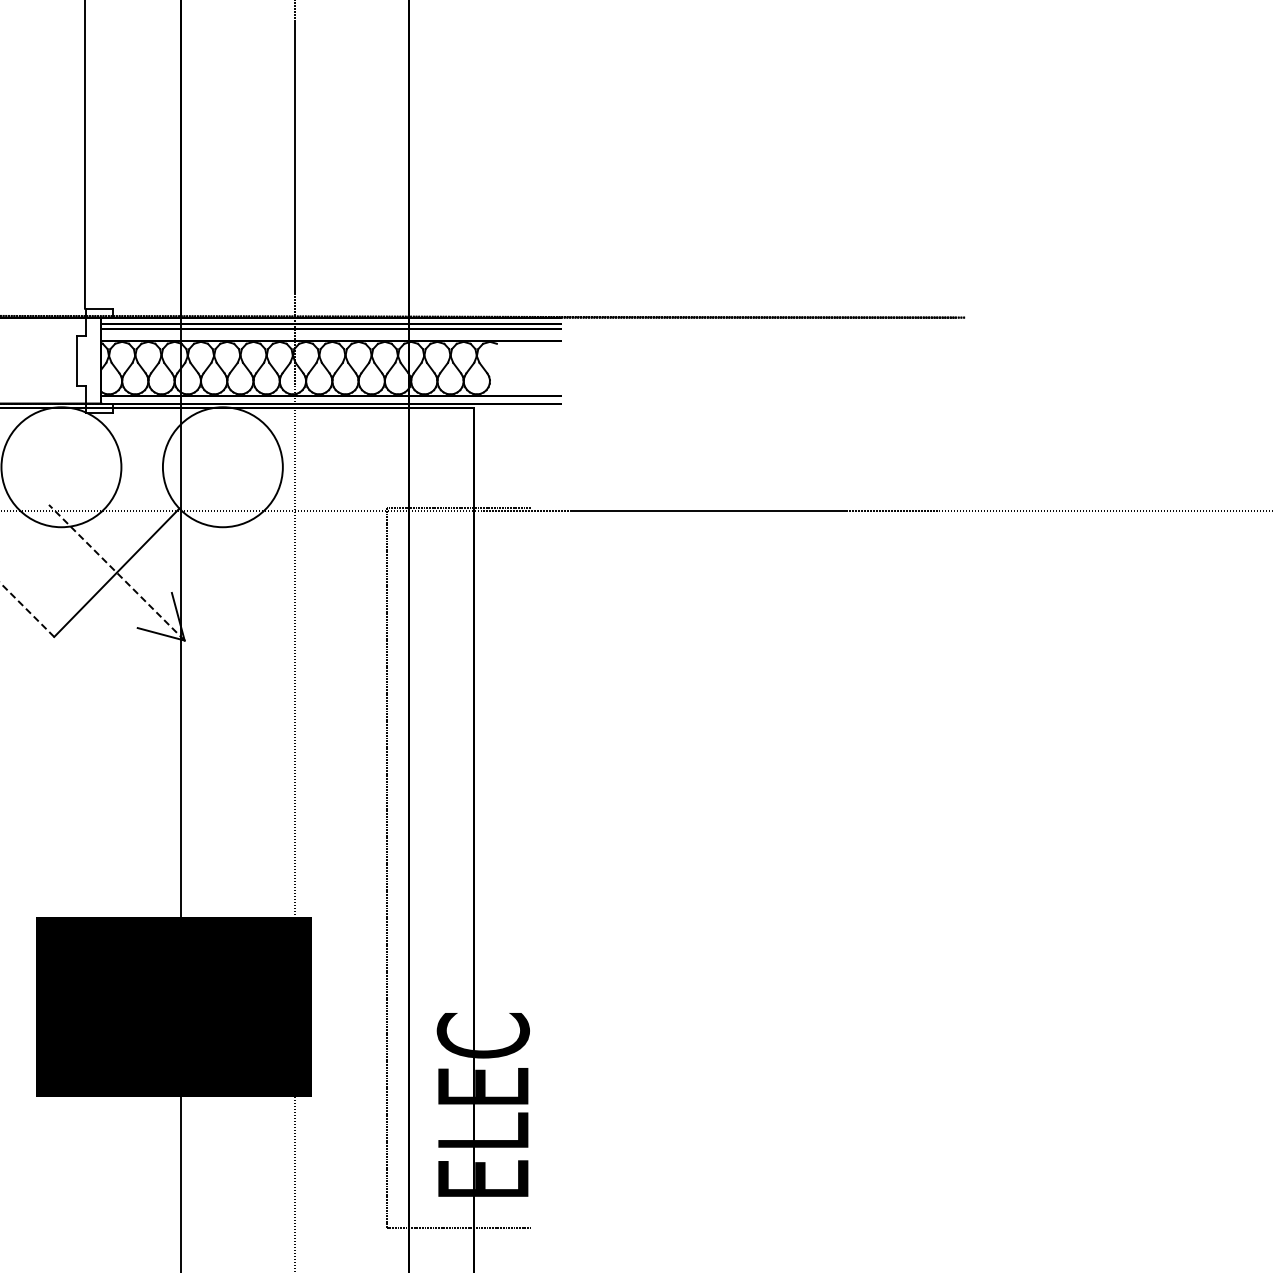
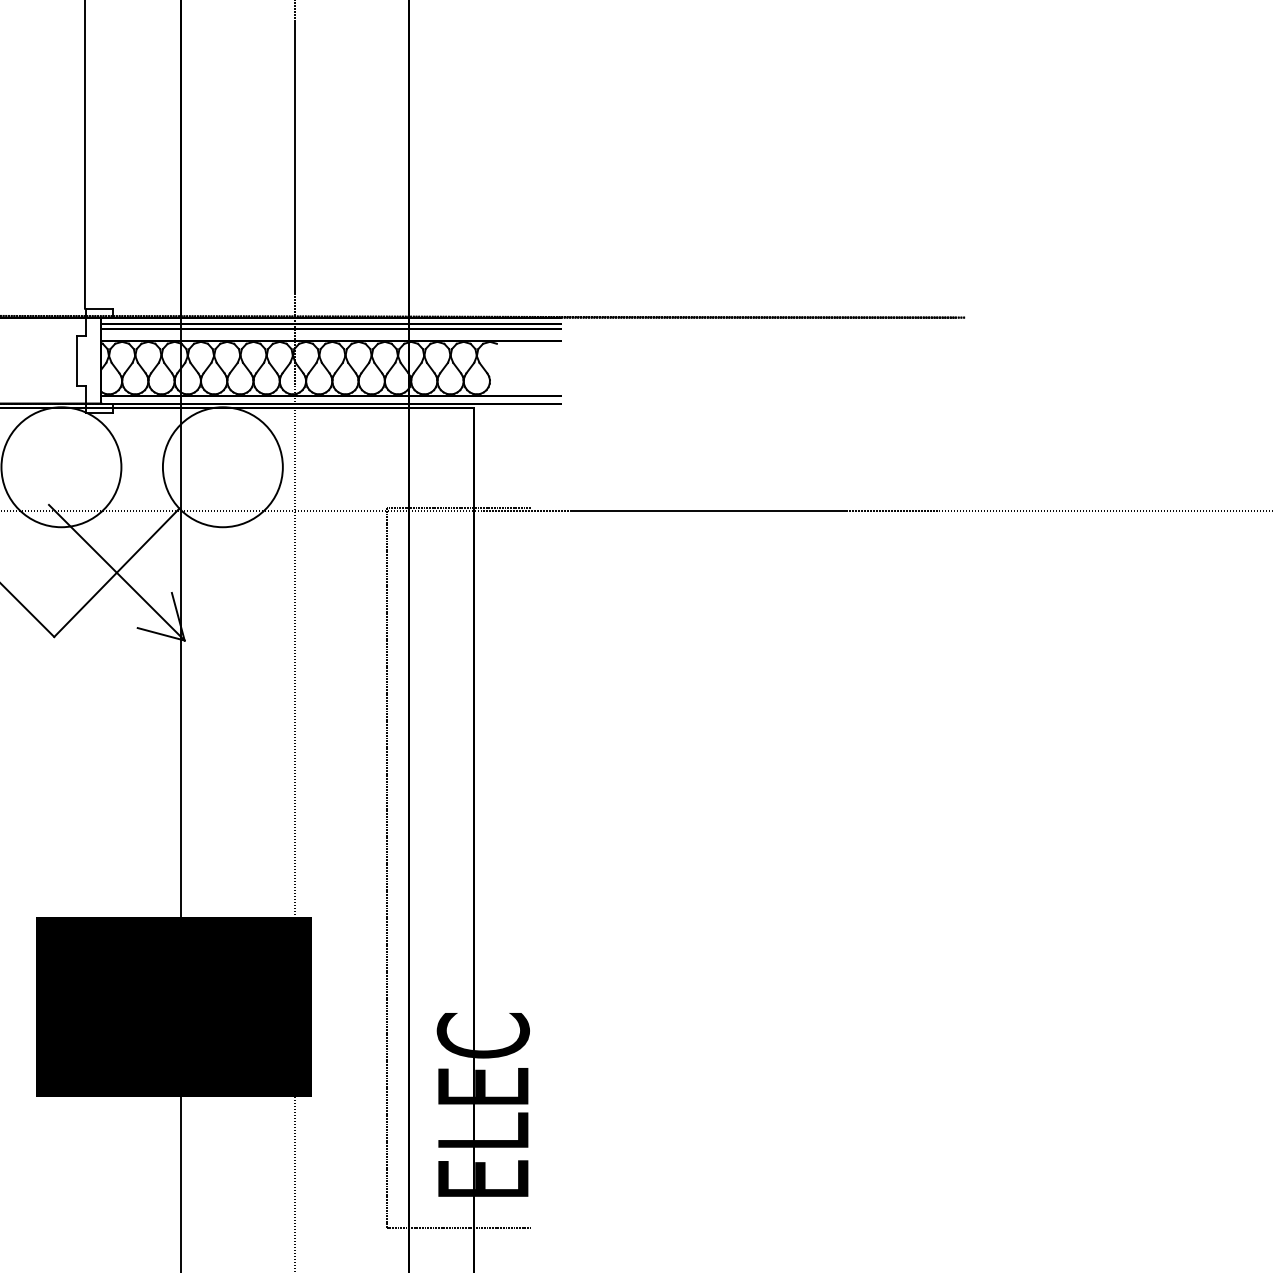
line at (116, 572): dashed -> solid
line at (27, 610): dashed -> solid
